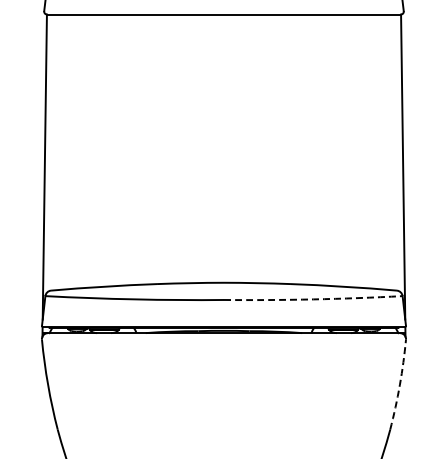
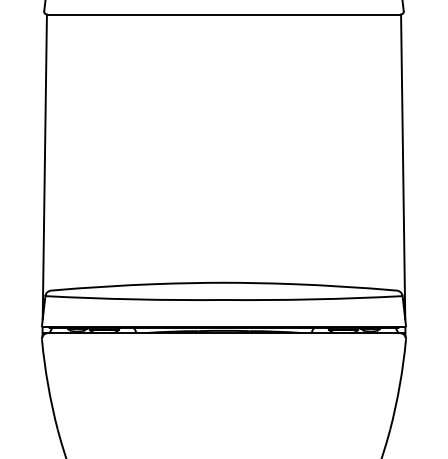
arc at (313, 299): dashed -> solid
arc at (399, 385): dashed -> solid
